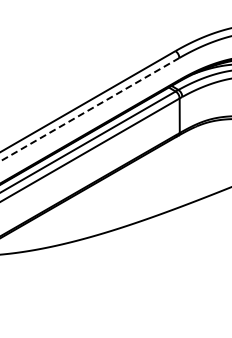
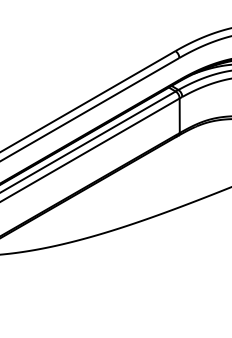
line at (89, 109): dashed -> solid
